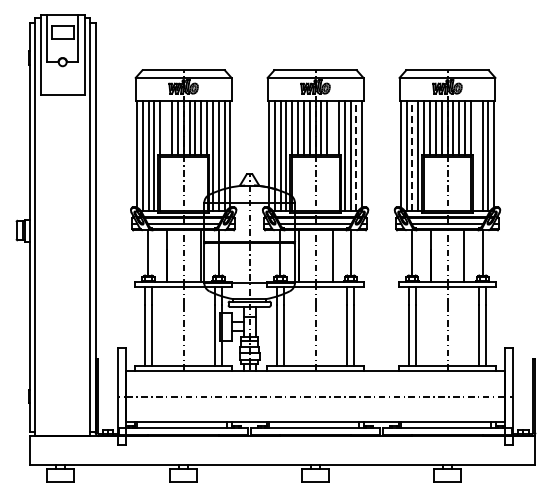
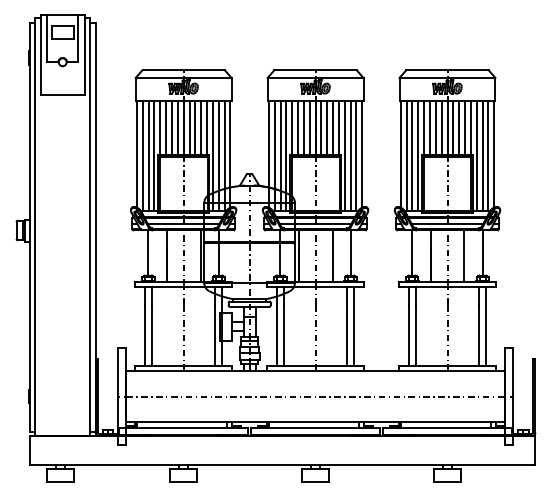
line at (166, 127): none -> present
line at (333, 127): none -> present
line at (356, 155): dashed -> solid
line at (412, 155): dashed -> solid
line at (476, 155): none -> present
